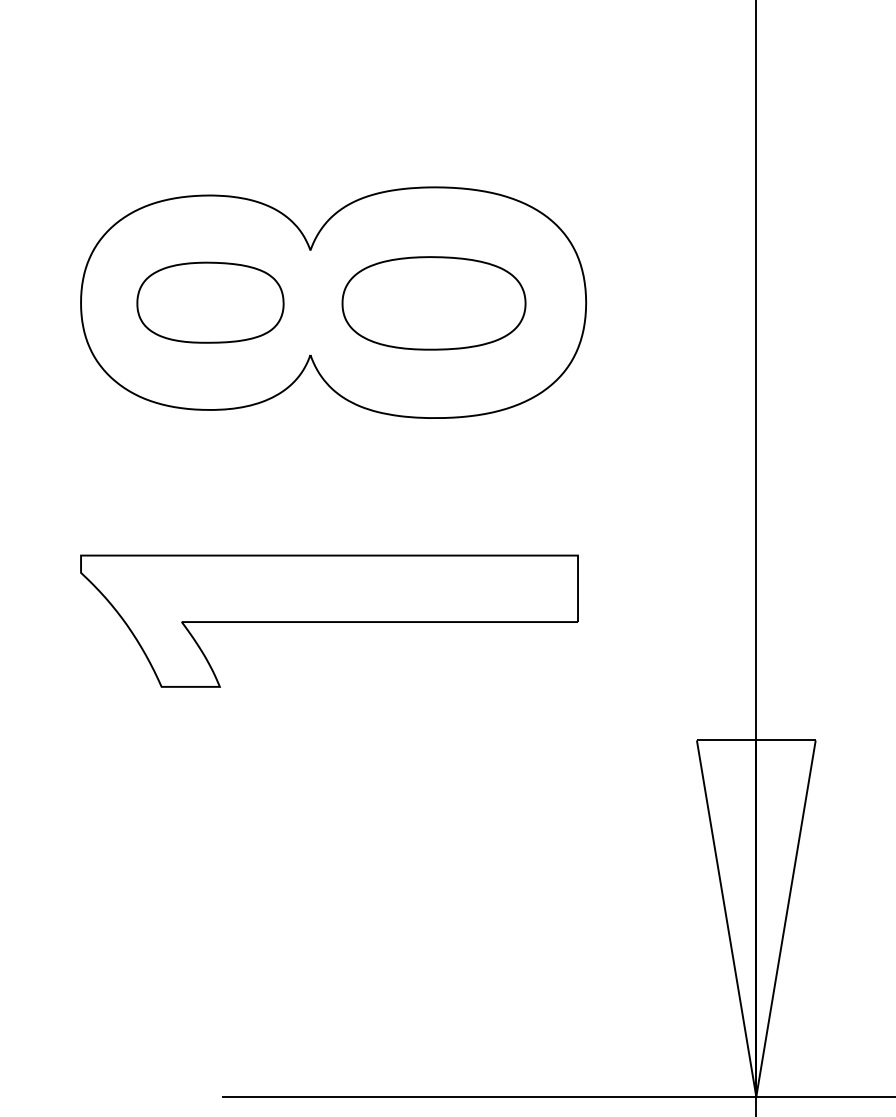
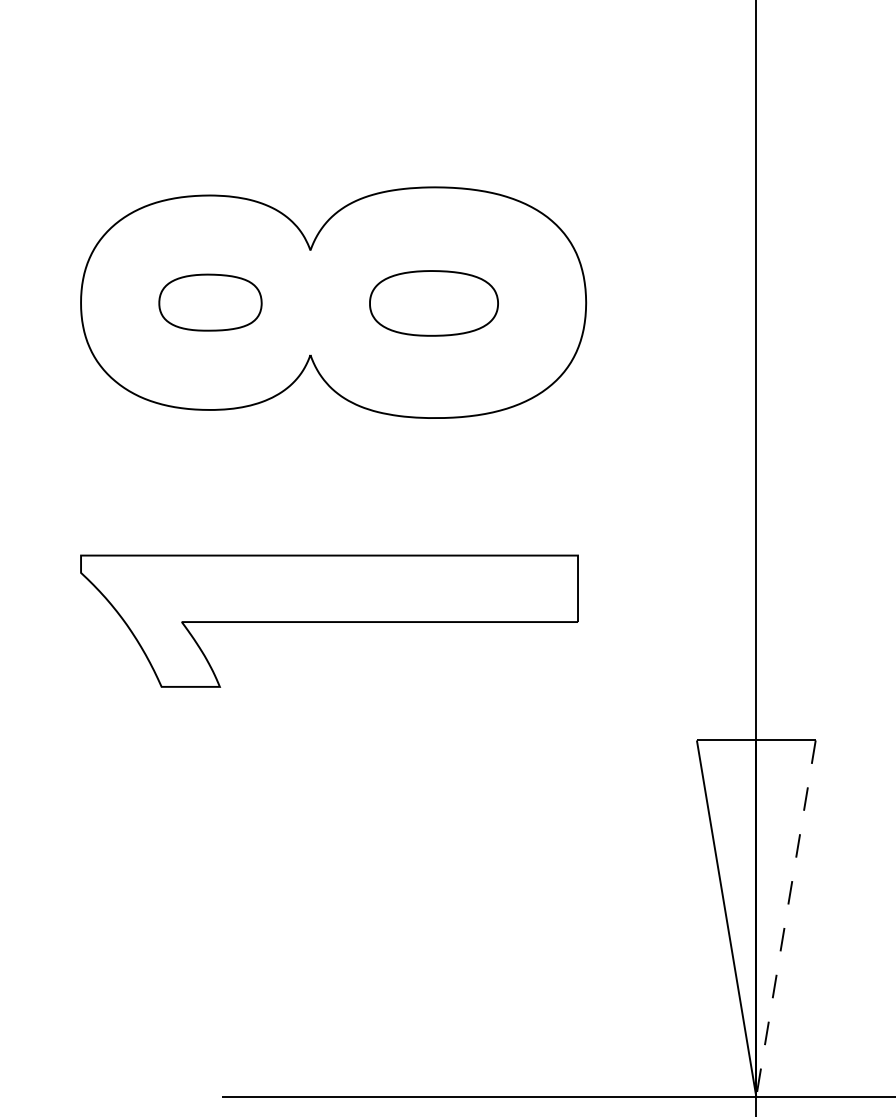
part at (210, 302) size: 149x83 px -> 105x59 px
part at (433, 303) size: 186x95 px -> 130x67 px
line at (786, 918): solid -> dashed
